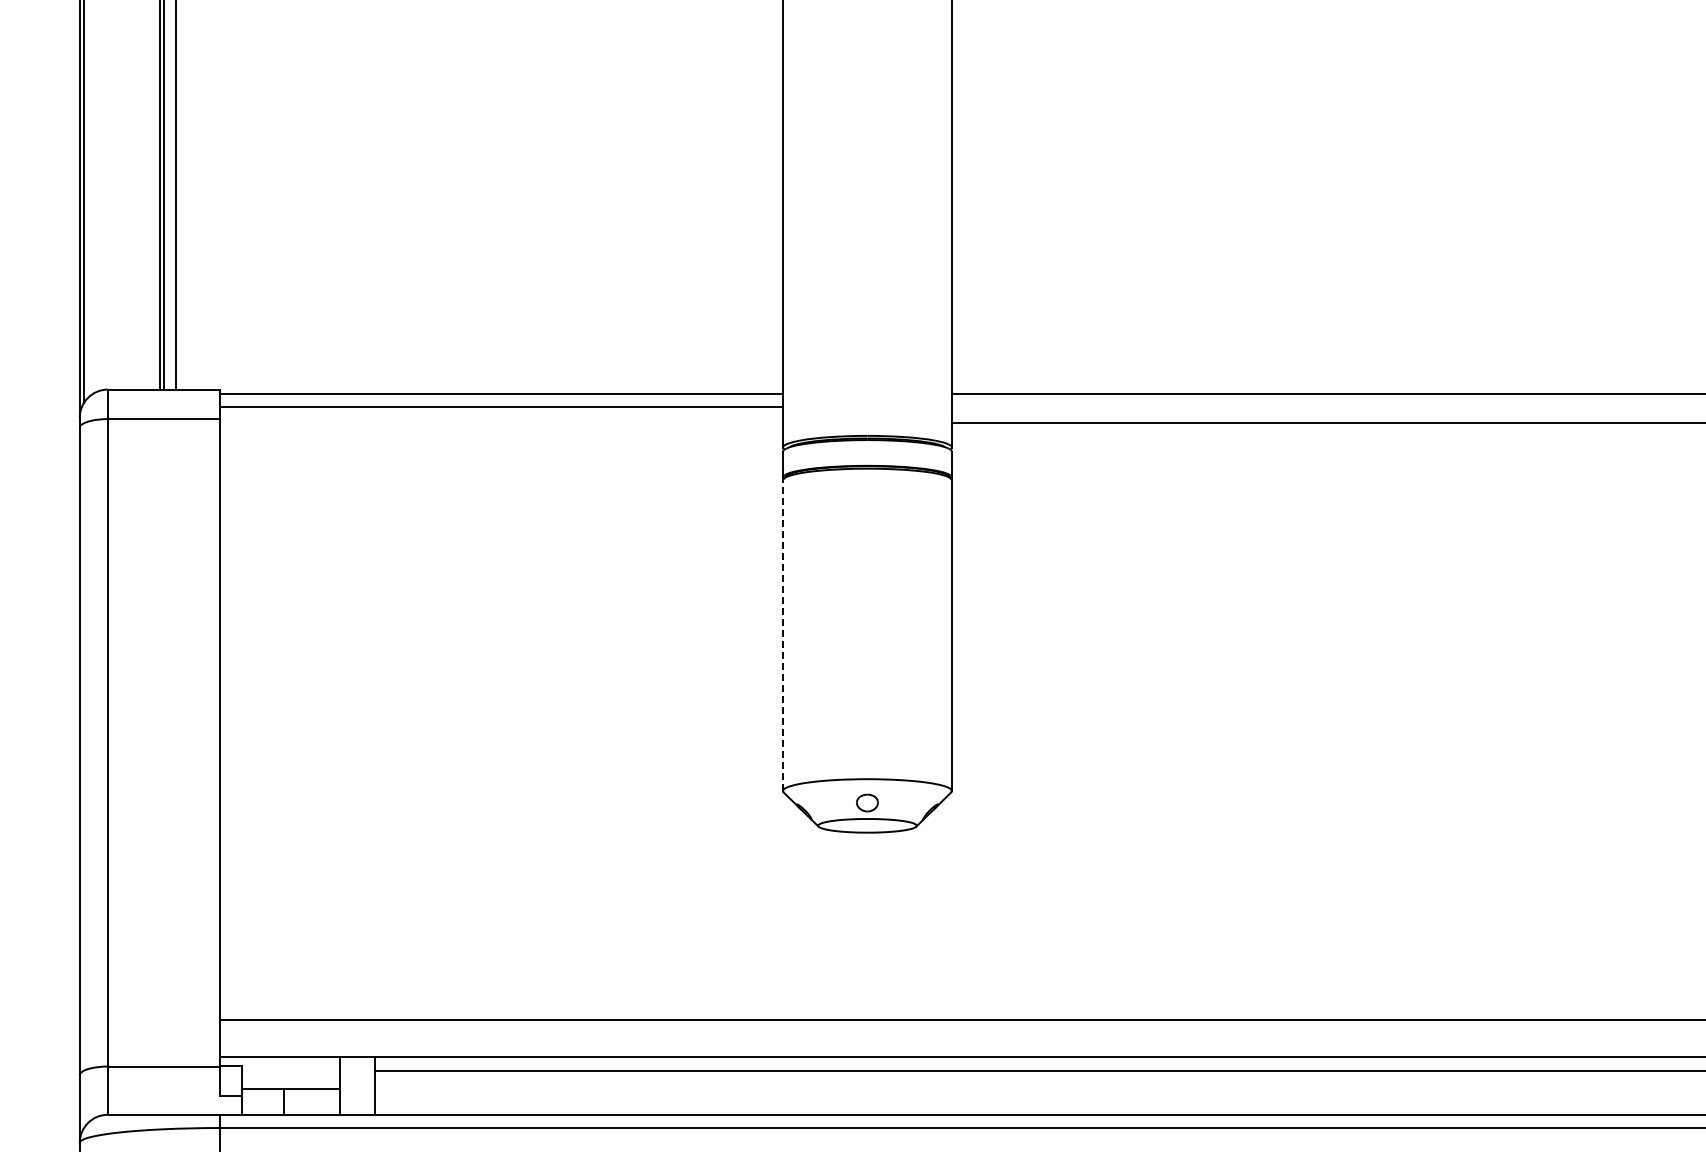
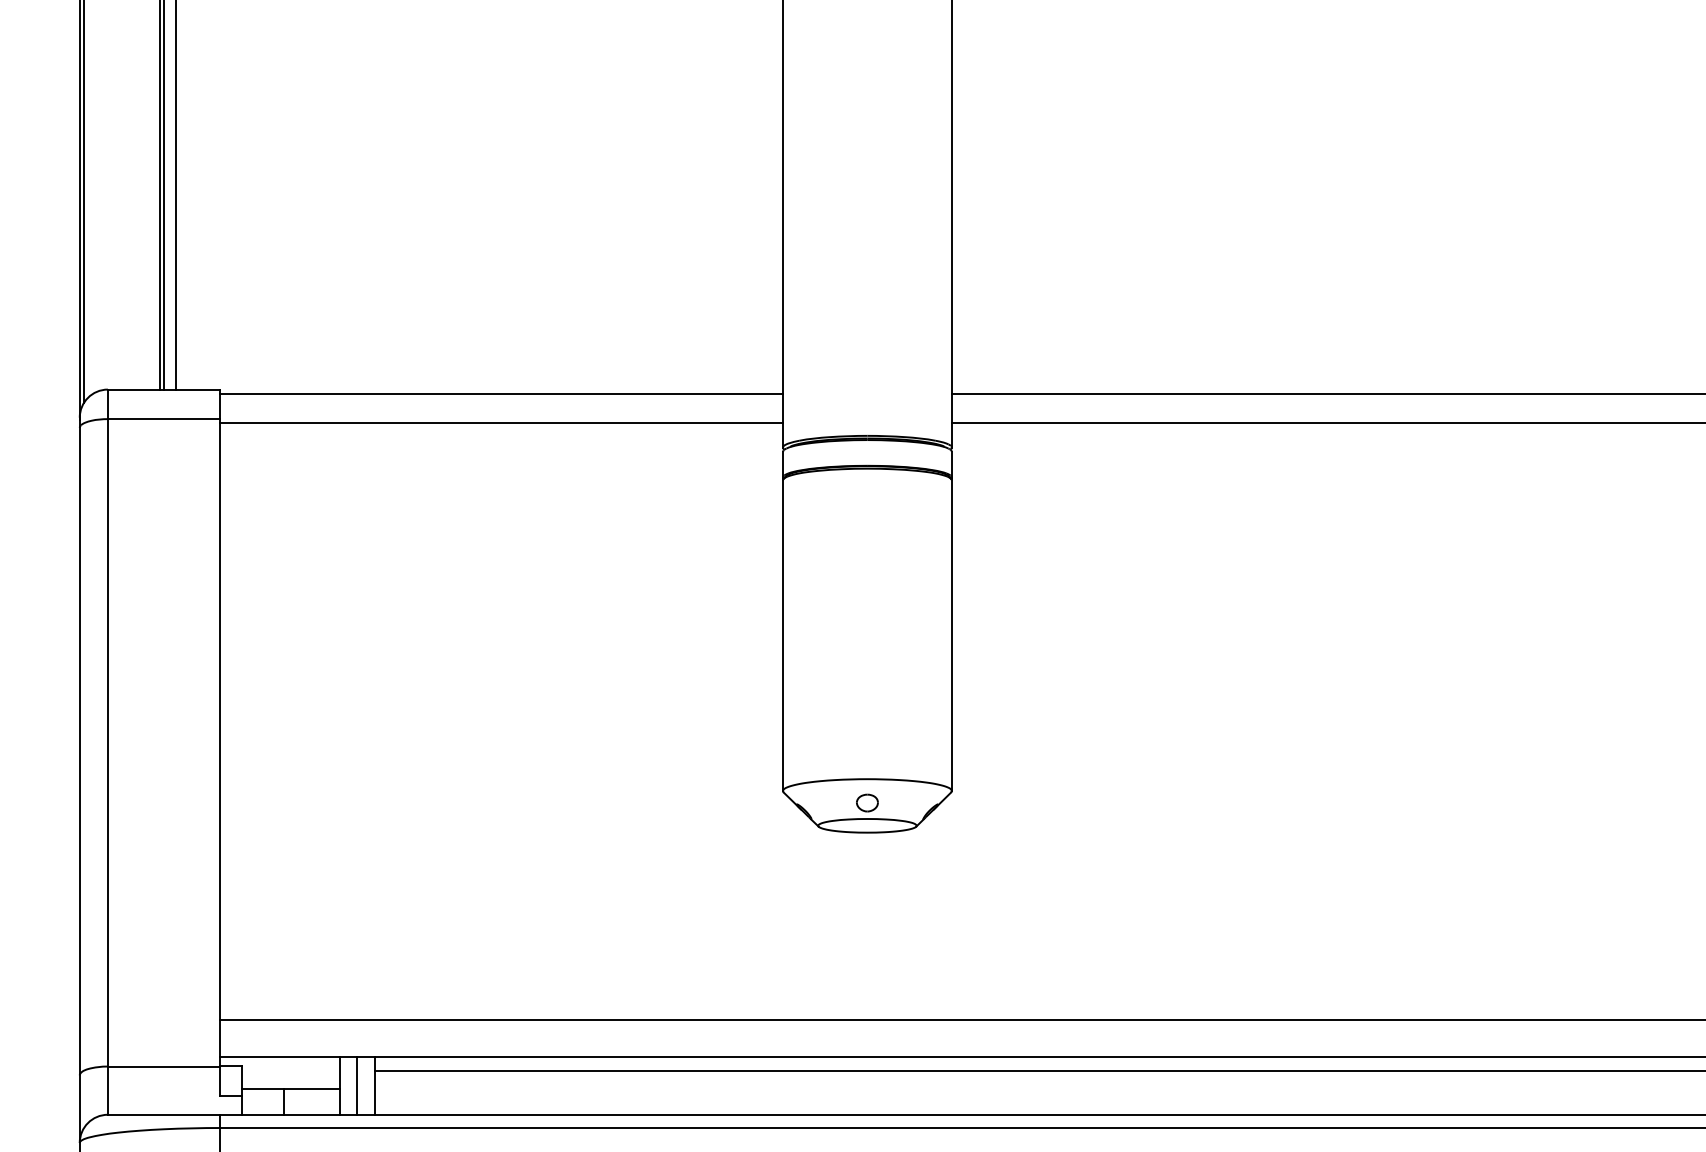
line at (501, 407) position: (501, 407) -> (501, 423)
line at (783, 635): dashed -> solid
line at (356, 1085): none -> present
